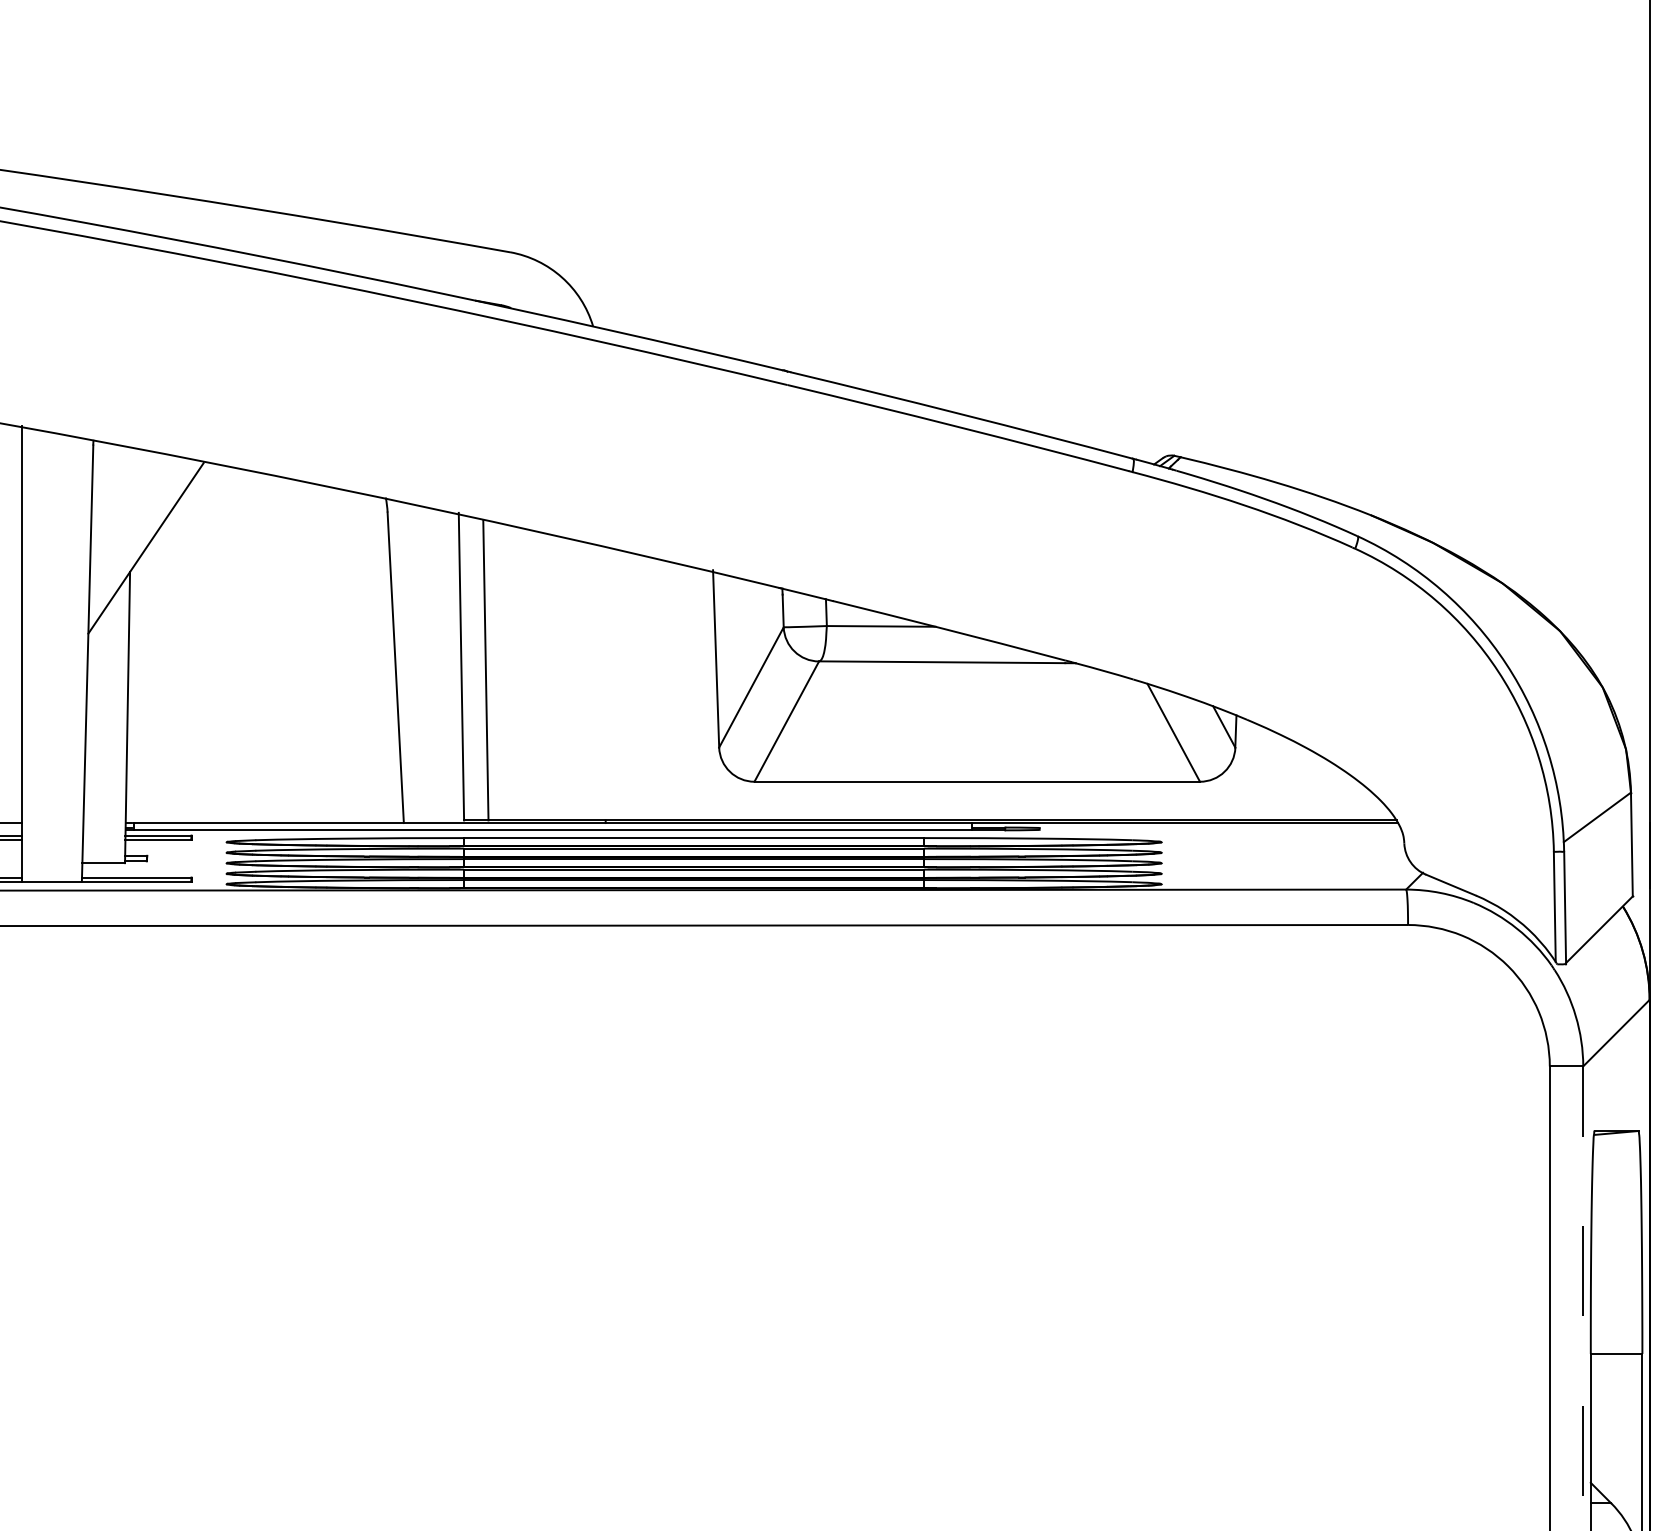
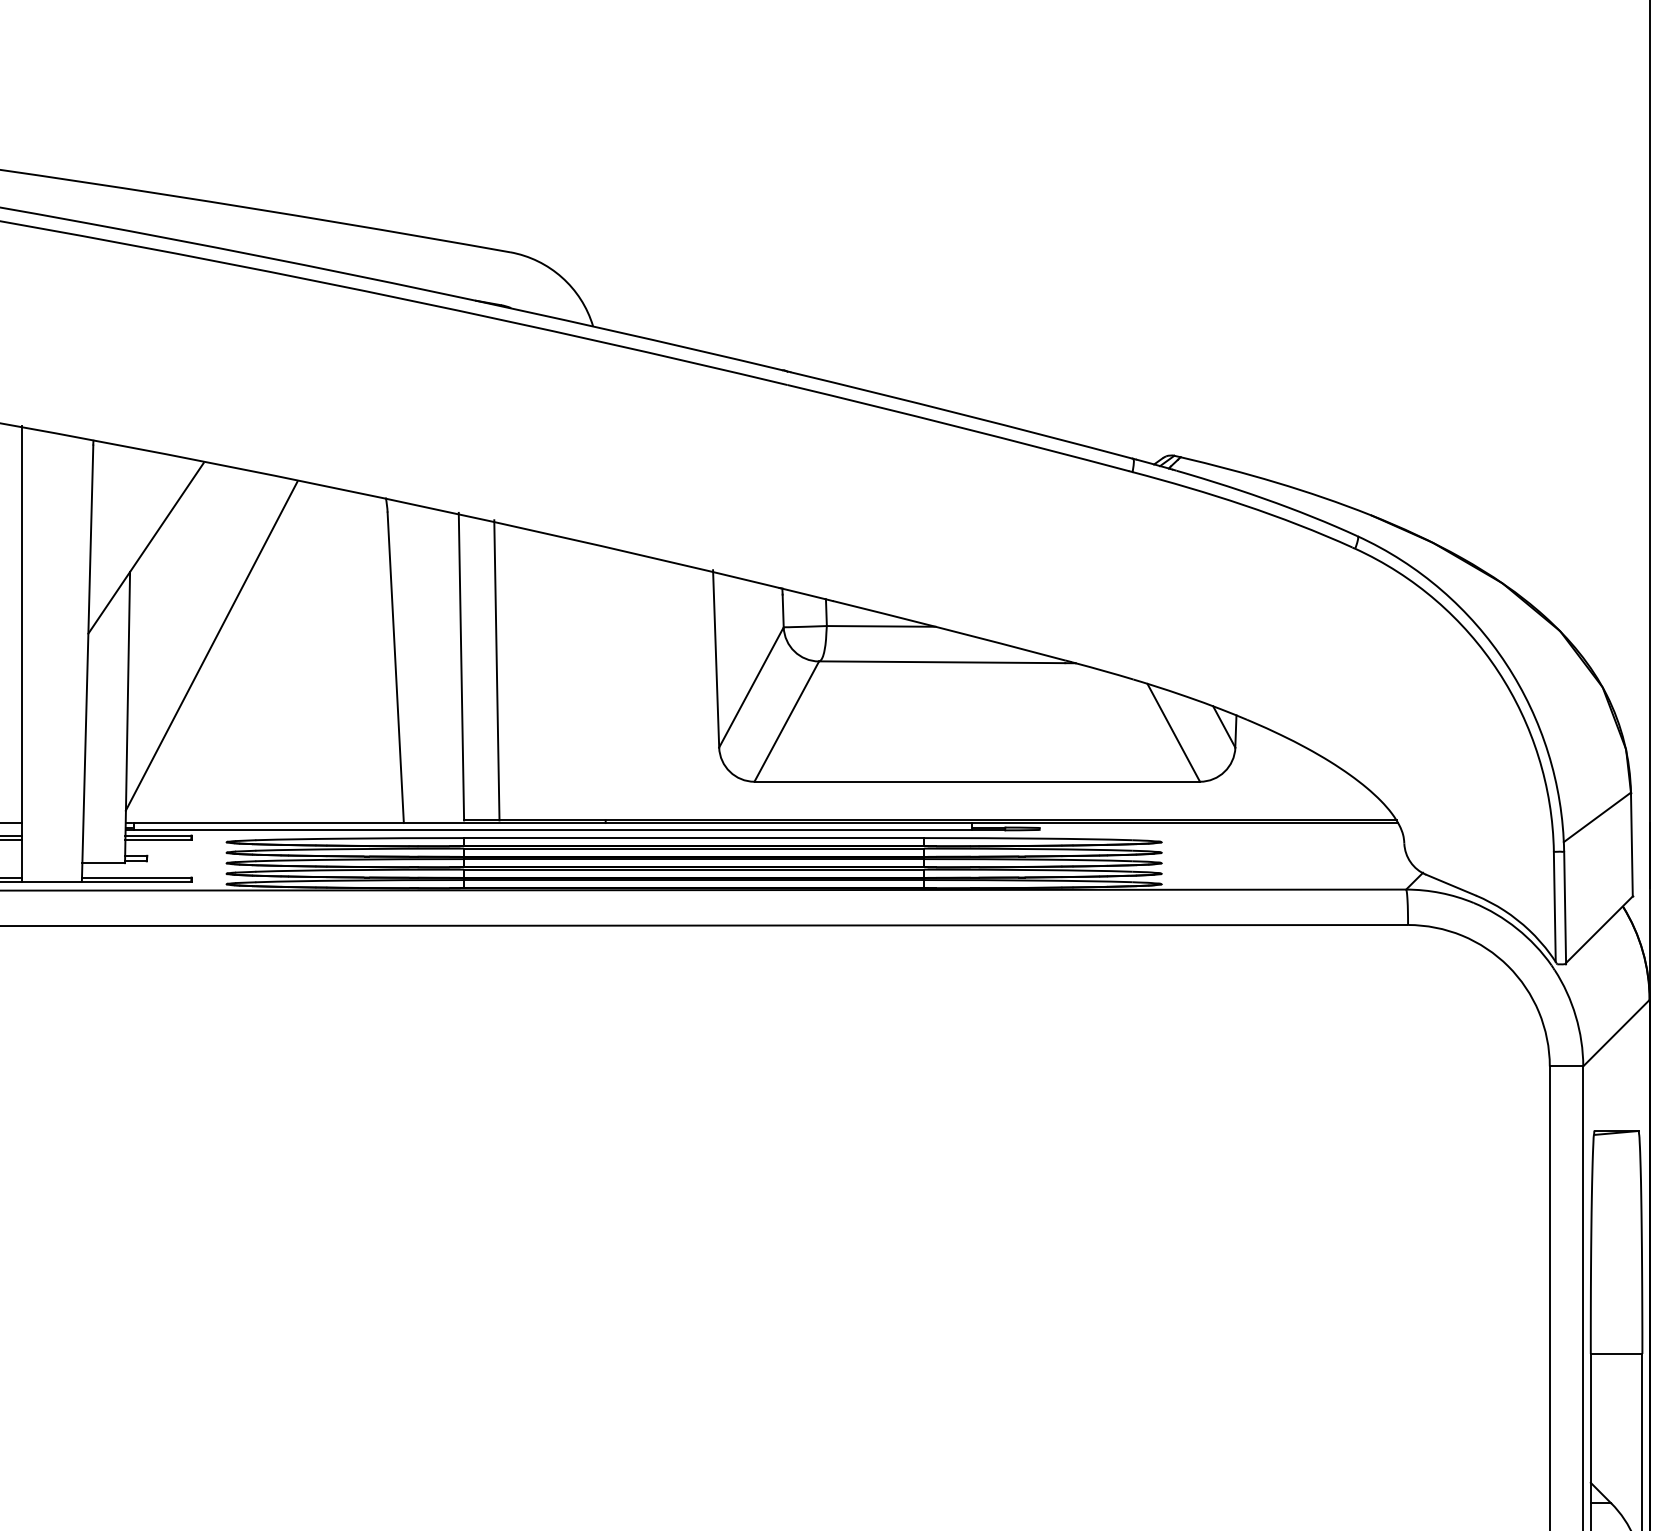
line at (211, 645): none -> present
line at (485, 670) position: (485, 670) -> (496, 670)
line at (1583, 1298): dashed -> solid
